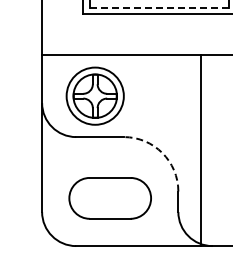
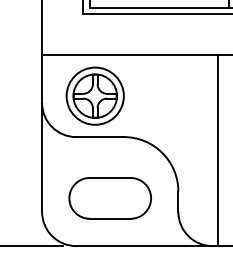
line at (161, 7): dashed -> solid
line at (200, 150) position: (200, 150) -> (217, 150)
arc at (162, 153): dashed -> solid
line at (32, 246): none -> present
